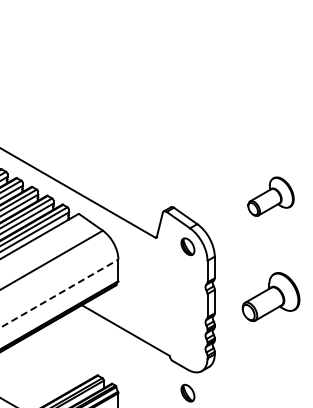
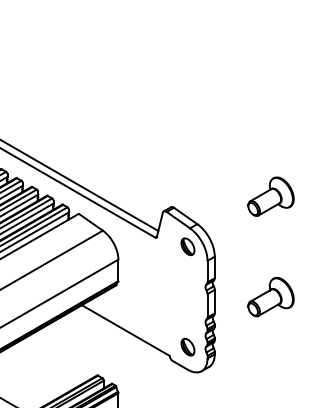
line at (80, 185): none -> present
line at (59, 293): dashed -> solid
part at (270, 296) size: 60x50 px -> 48x41 px
part at (187, 392) position: (187, 392) -> (187, 346)
